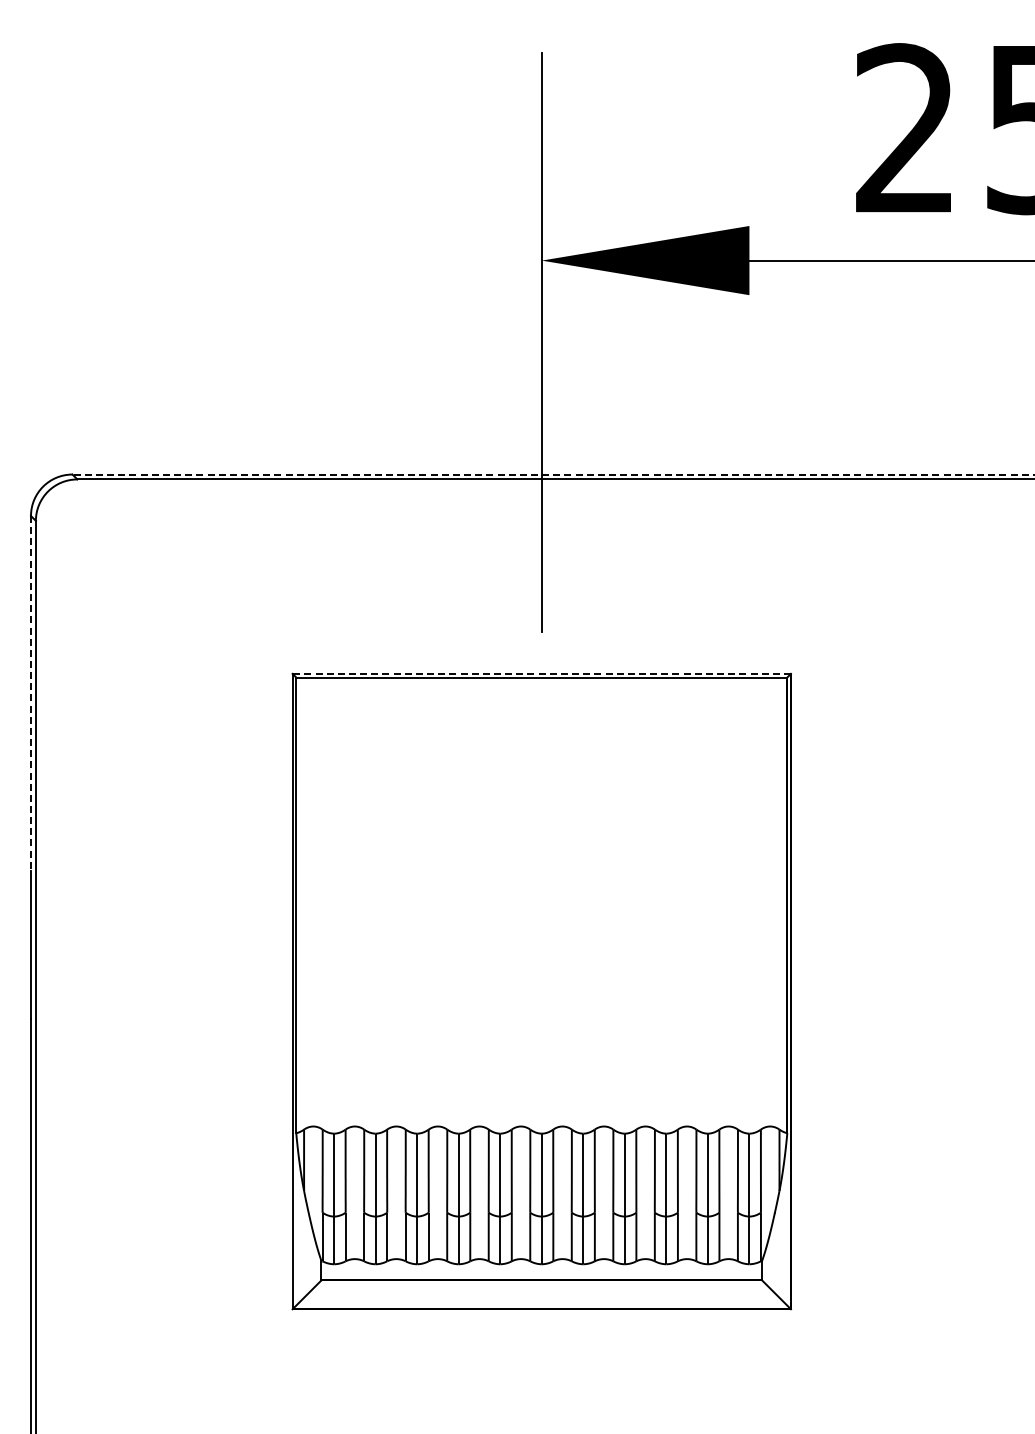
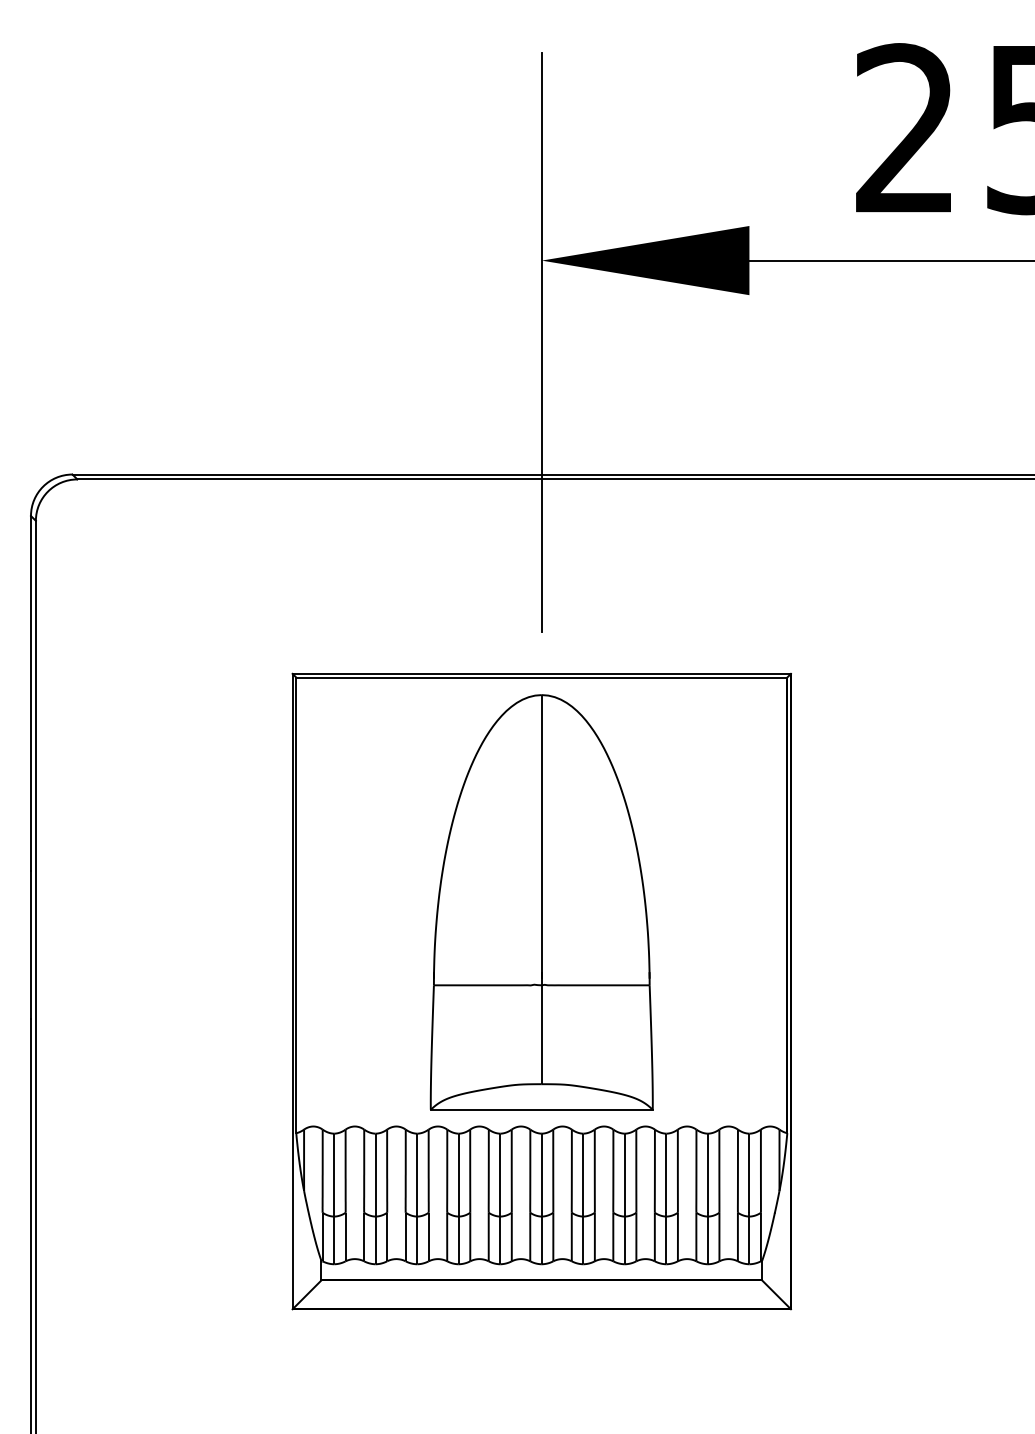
line at (553, 474): dashed -> solid
line at (541, 673): dashed -> solid
line at (31, 693): dashed -> solid
part at (541, 902): none -> present
